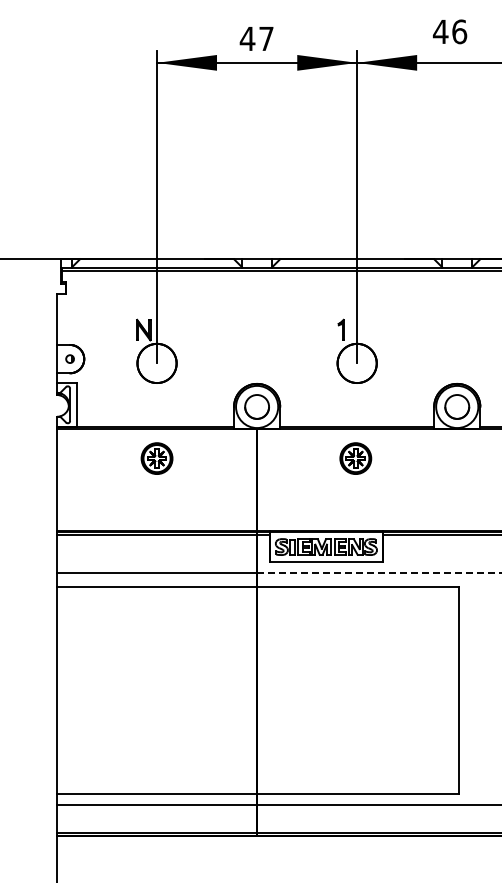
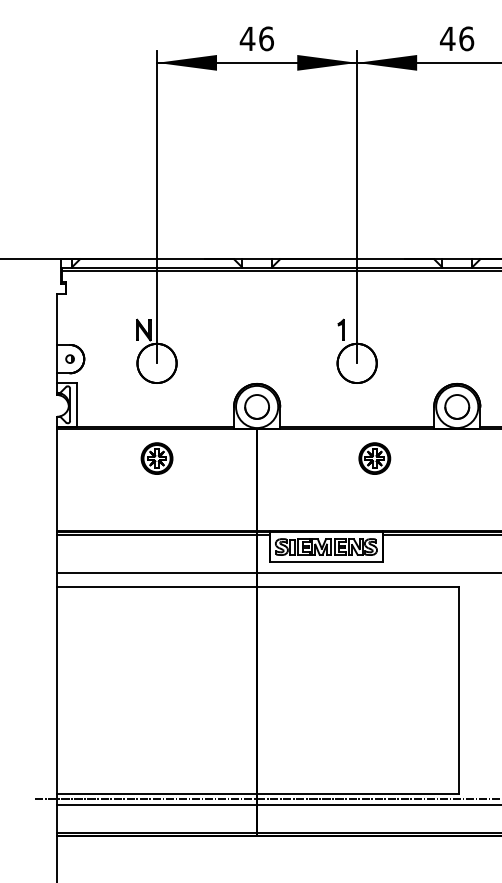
text at (450, 31) position: (450, 31) -> (457, 38)
text at (266, 38): 47 -> 46
part at (355, 458) position: (355, 458) -> (374, 458)
line at (380, 573): dashed -> solid
line at (266, 798): none -> present
